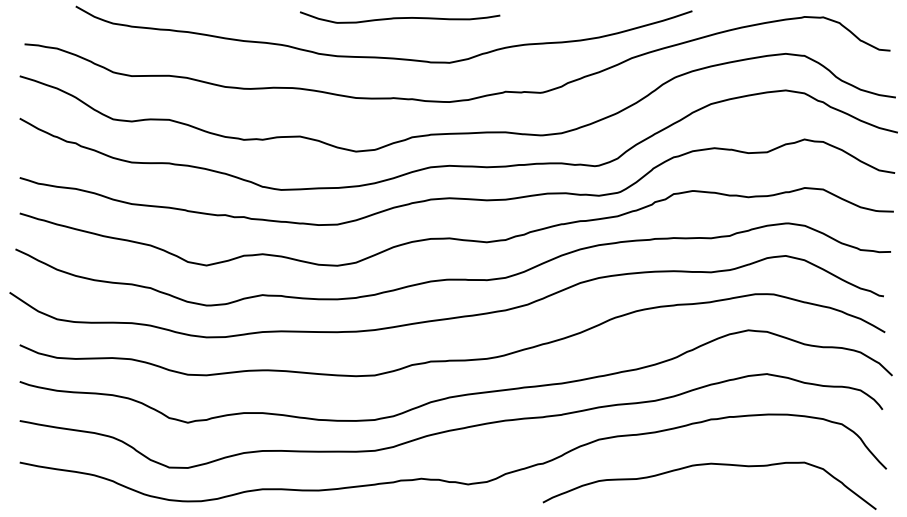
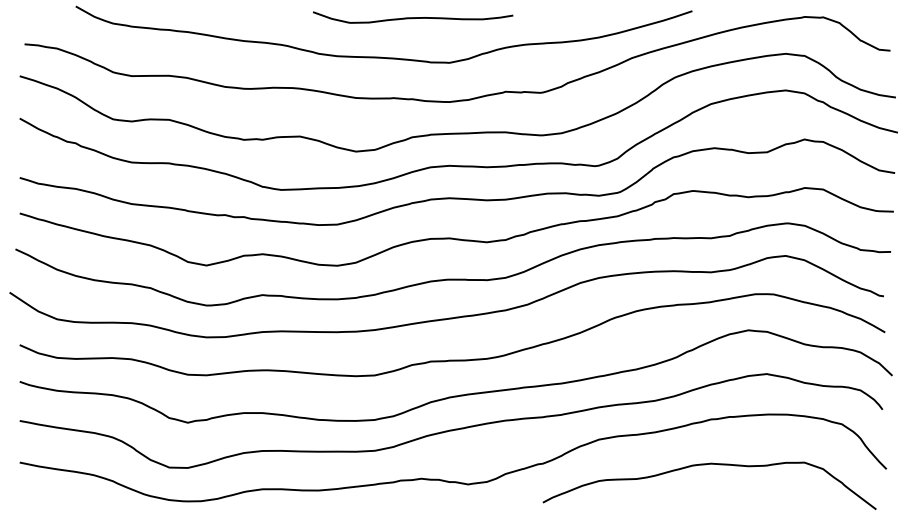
curve at (400, 17) position: (400, 17) -> (413, 17)
